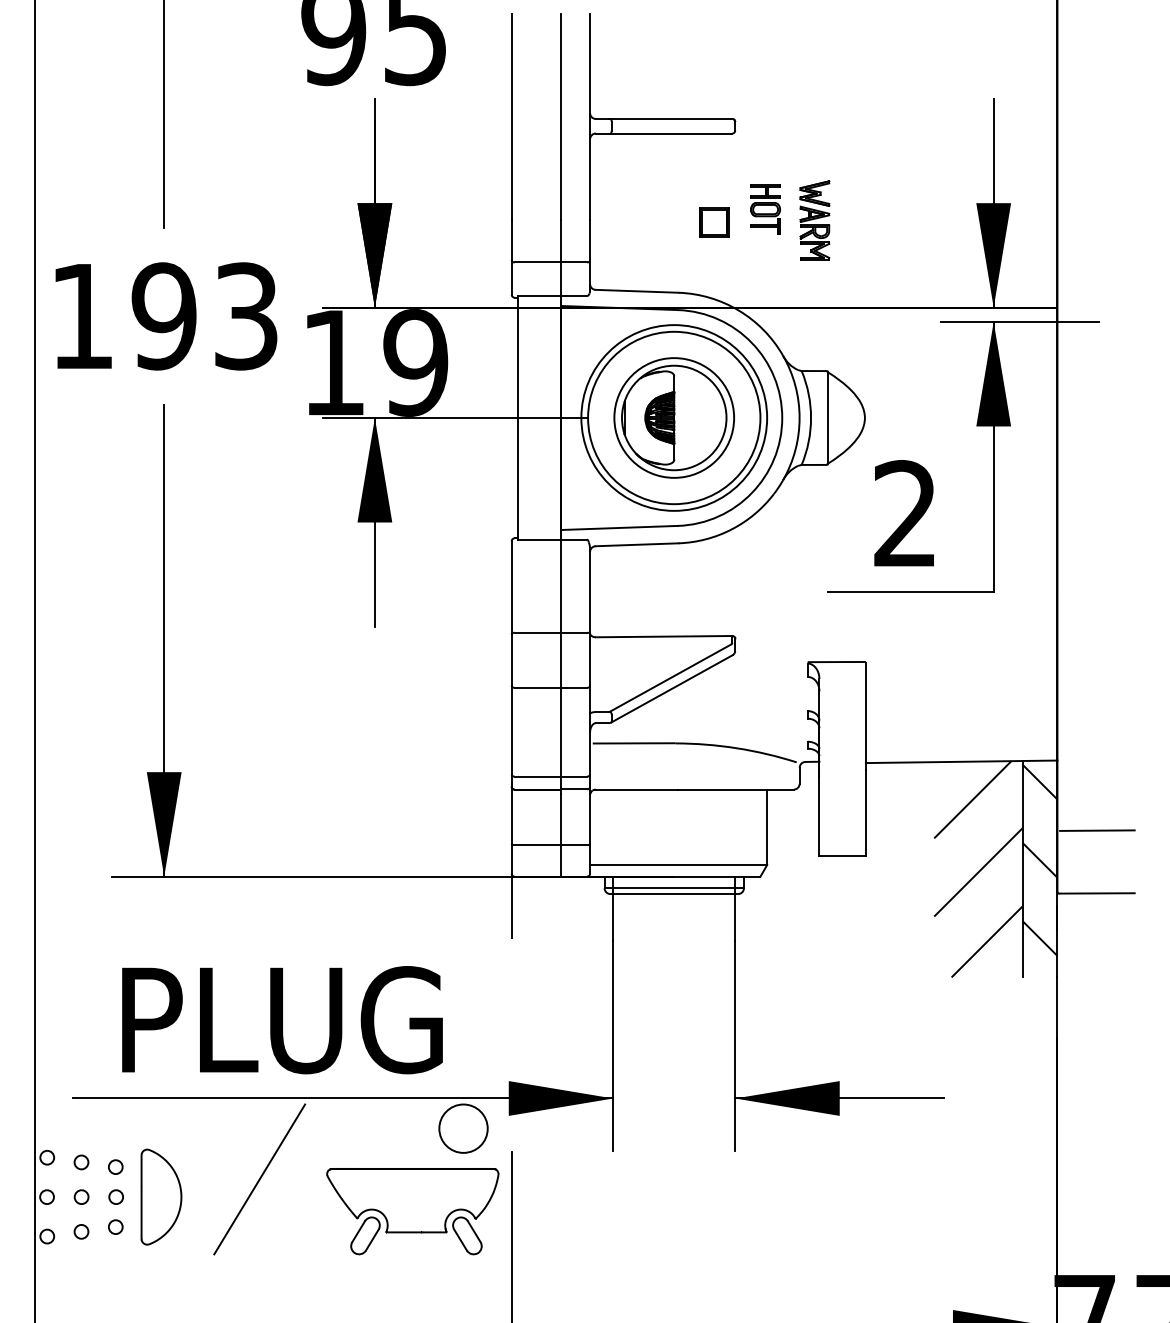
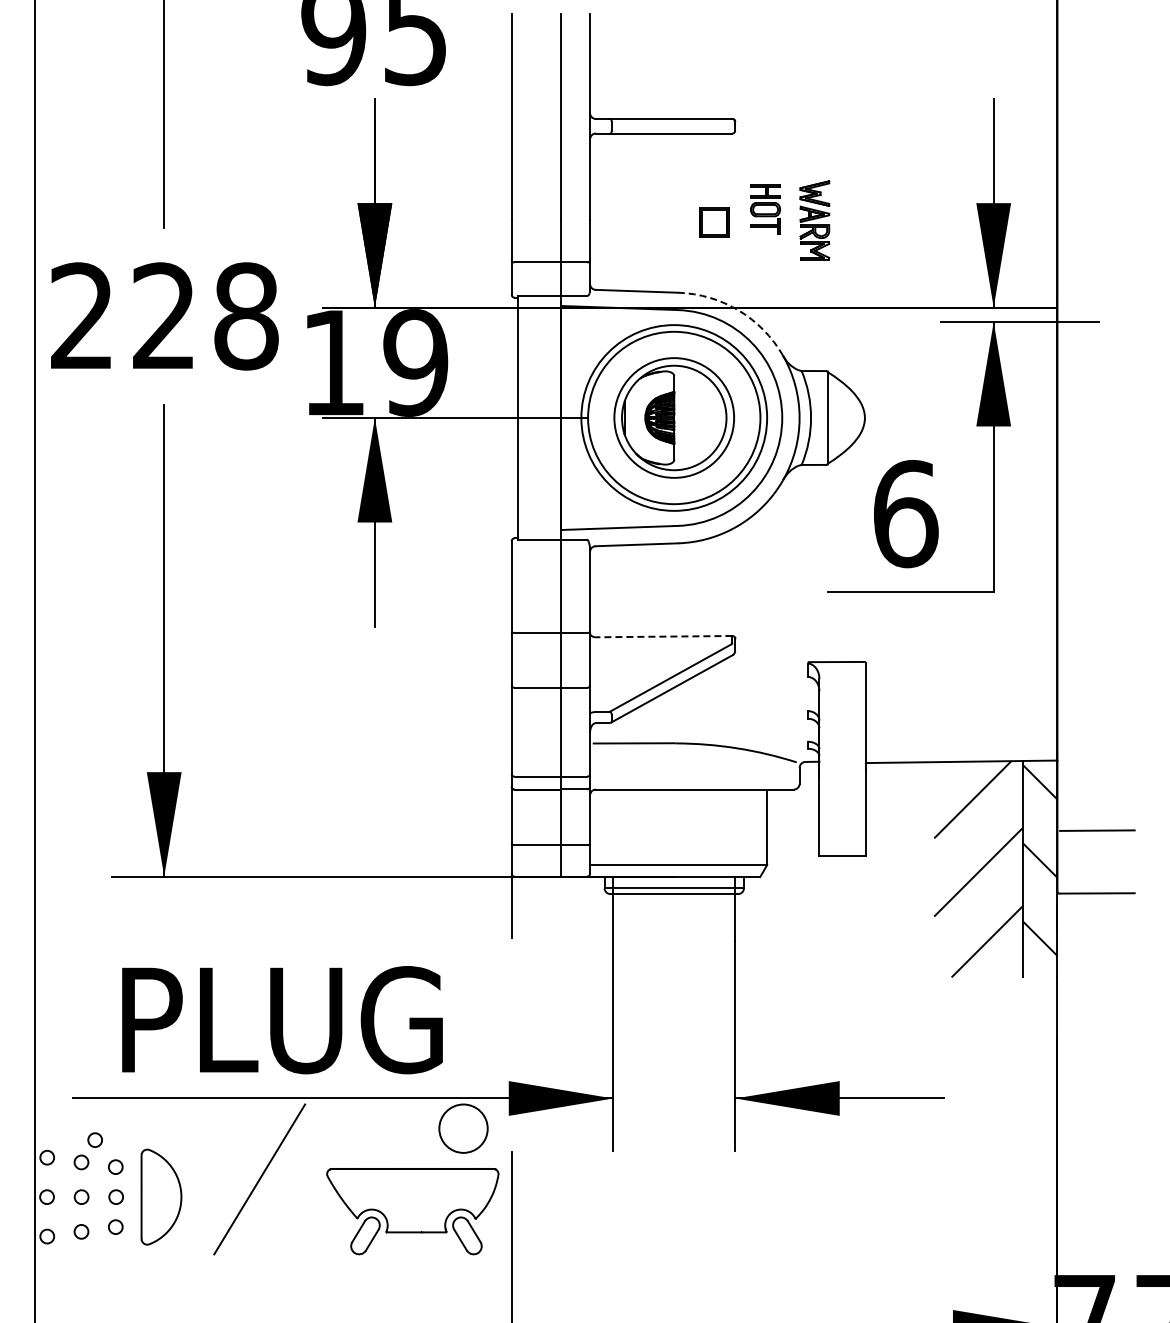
arc at (738, 310): solid -> dashed
text at (164, 316): 193 -> 228
text at (906, 514): 2 -> 6
line at (663, 636): solid -> dashed
circle at (94, 1139): none -> present
